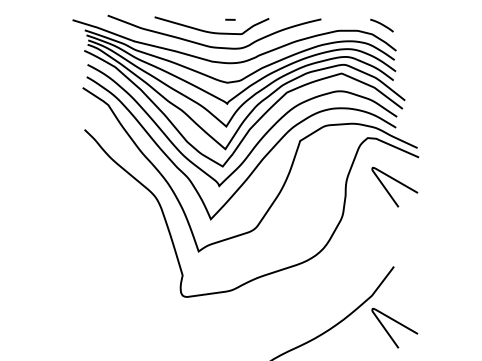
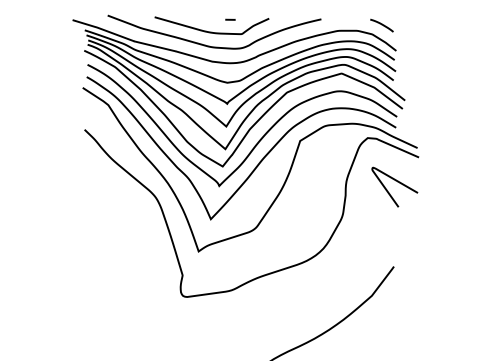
curve at (397, 323): present -> none
